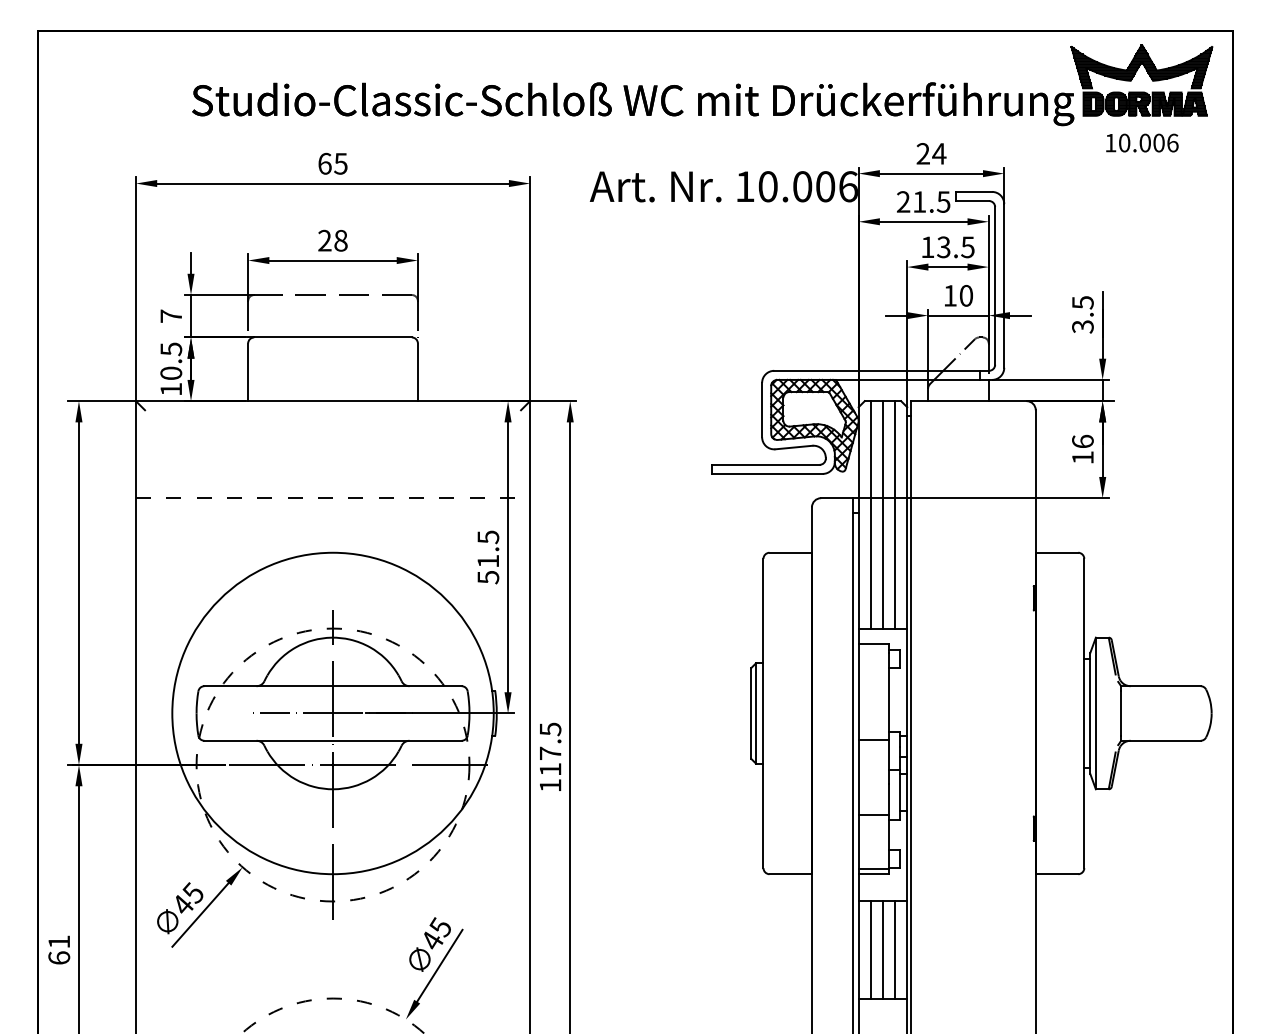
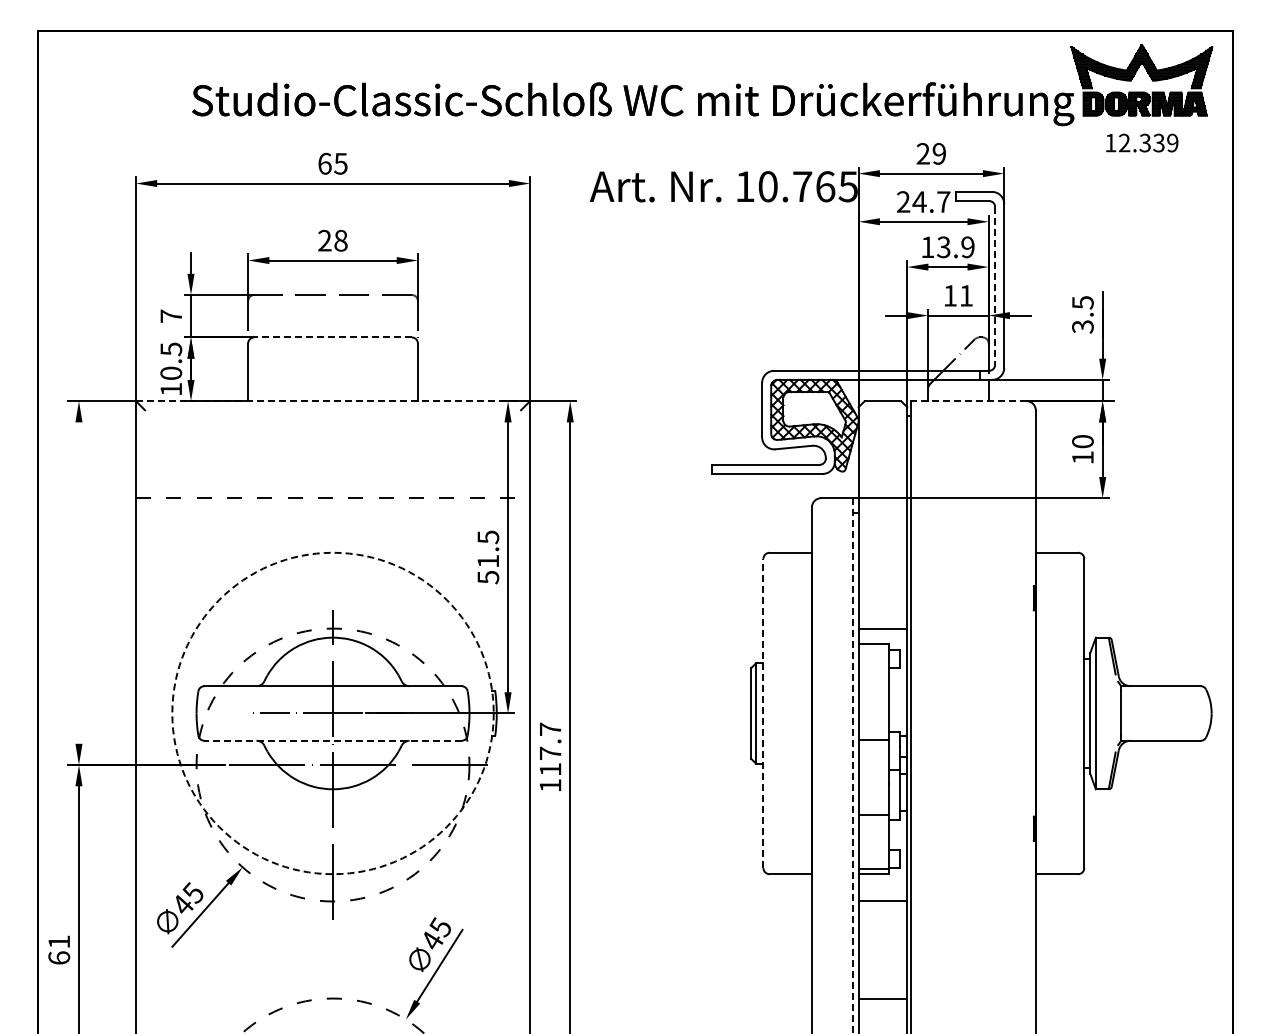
text at (1148, 142): 10.006 -> 12.339
text at (939, 153): 24 -> 29
text at (825, 186): 10.006 -> 10.765
text at (931, 201): 21.5 -> 24.7
text at (967, 247): 13.5 -> 13.9
line at (995, 285): solid -> dashed
text at (966, 295): 10 -> 11
line at (333, 337): solid -> dashed
line at (333, 401): solid -> dashed
line at (969, 401): solid -> dashed
text at (1082, 441): 16 -> 10
line at (870, 514): present -> none
line at (882, 514): present -> none
line at (895, 514): present -> none
line at (78, 582): present -> none
circle at (332, 713): solid -> dashed
line at (763, 713): solid -> dashed
text at (550, 729): 117.5 -> 117.7
line at (333, 740): solid -> dashed
line at (853, 765): solid -> dashed
line at (870, 949): present -> none
line at (882, 949): present -> none
line at (895, 949): present -> none
